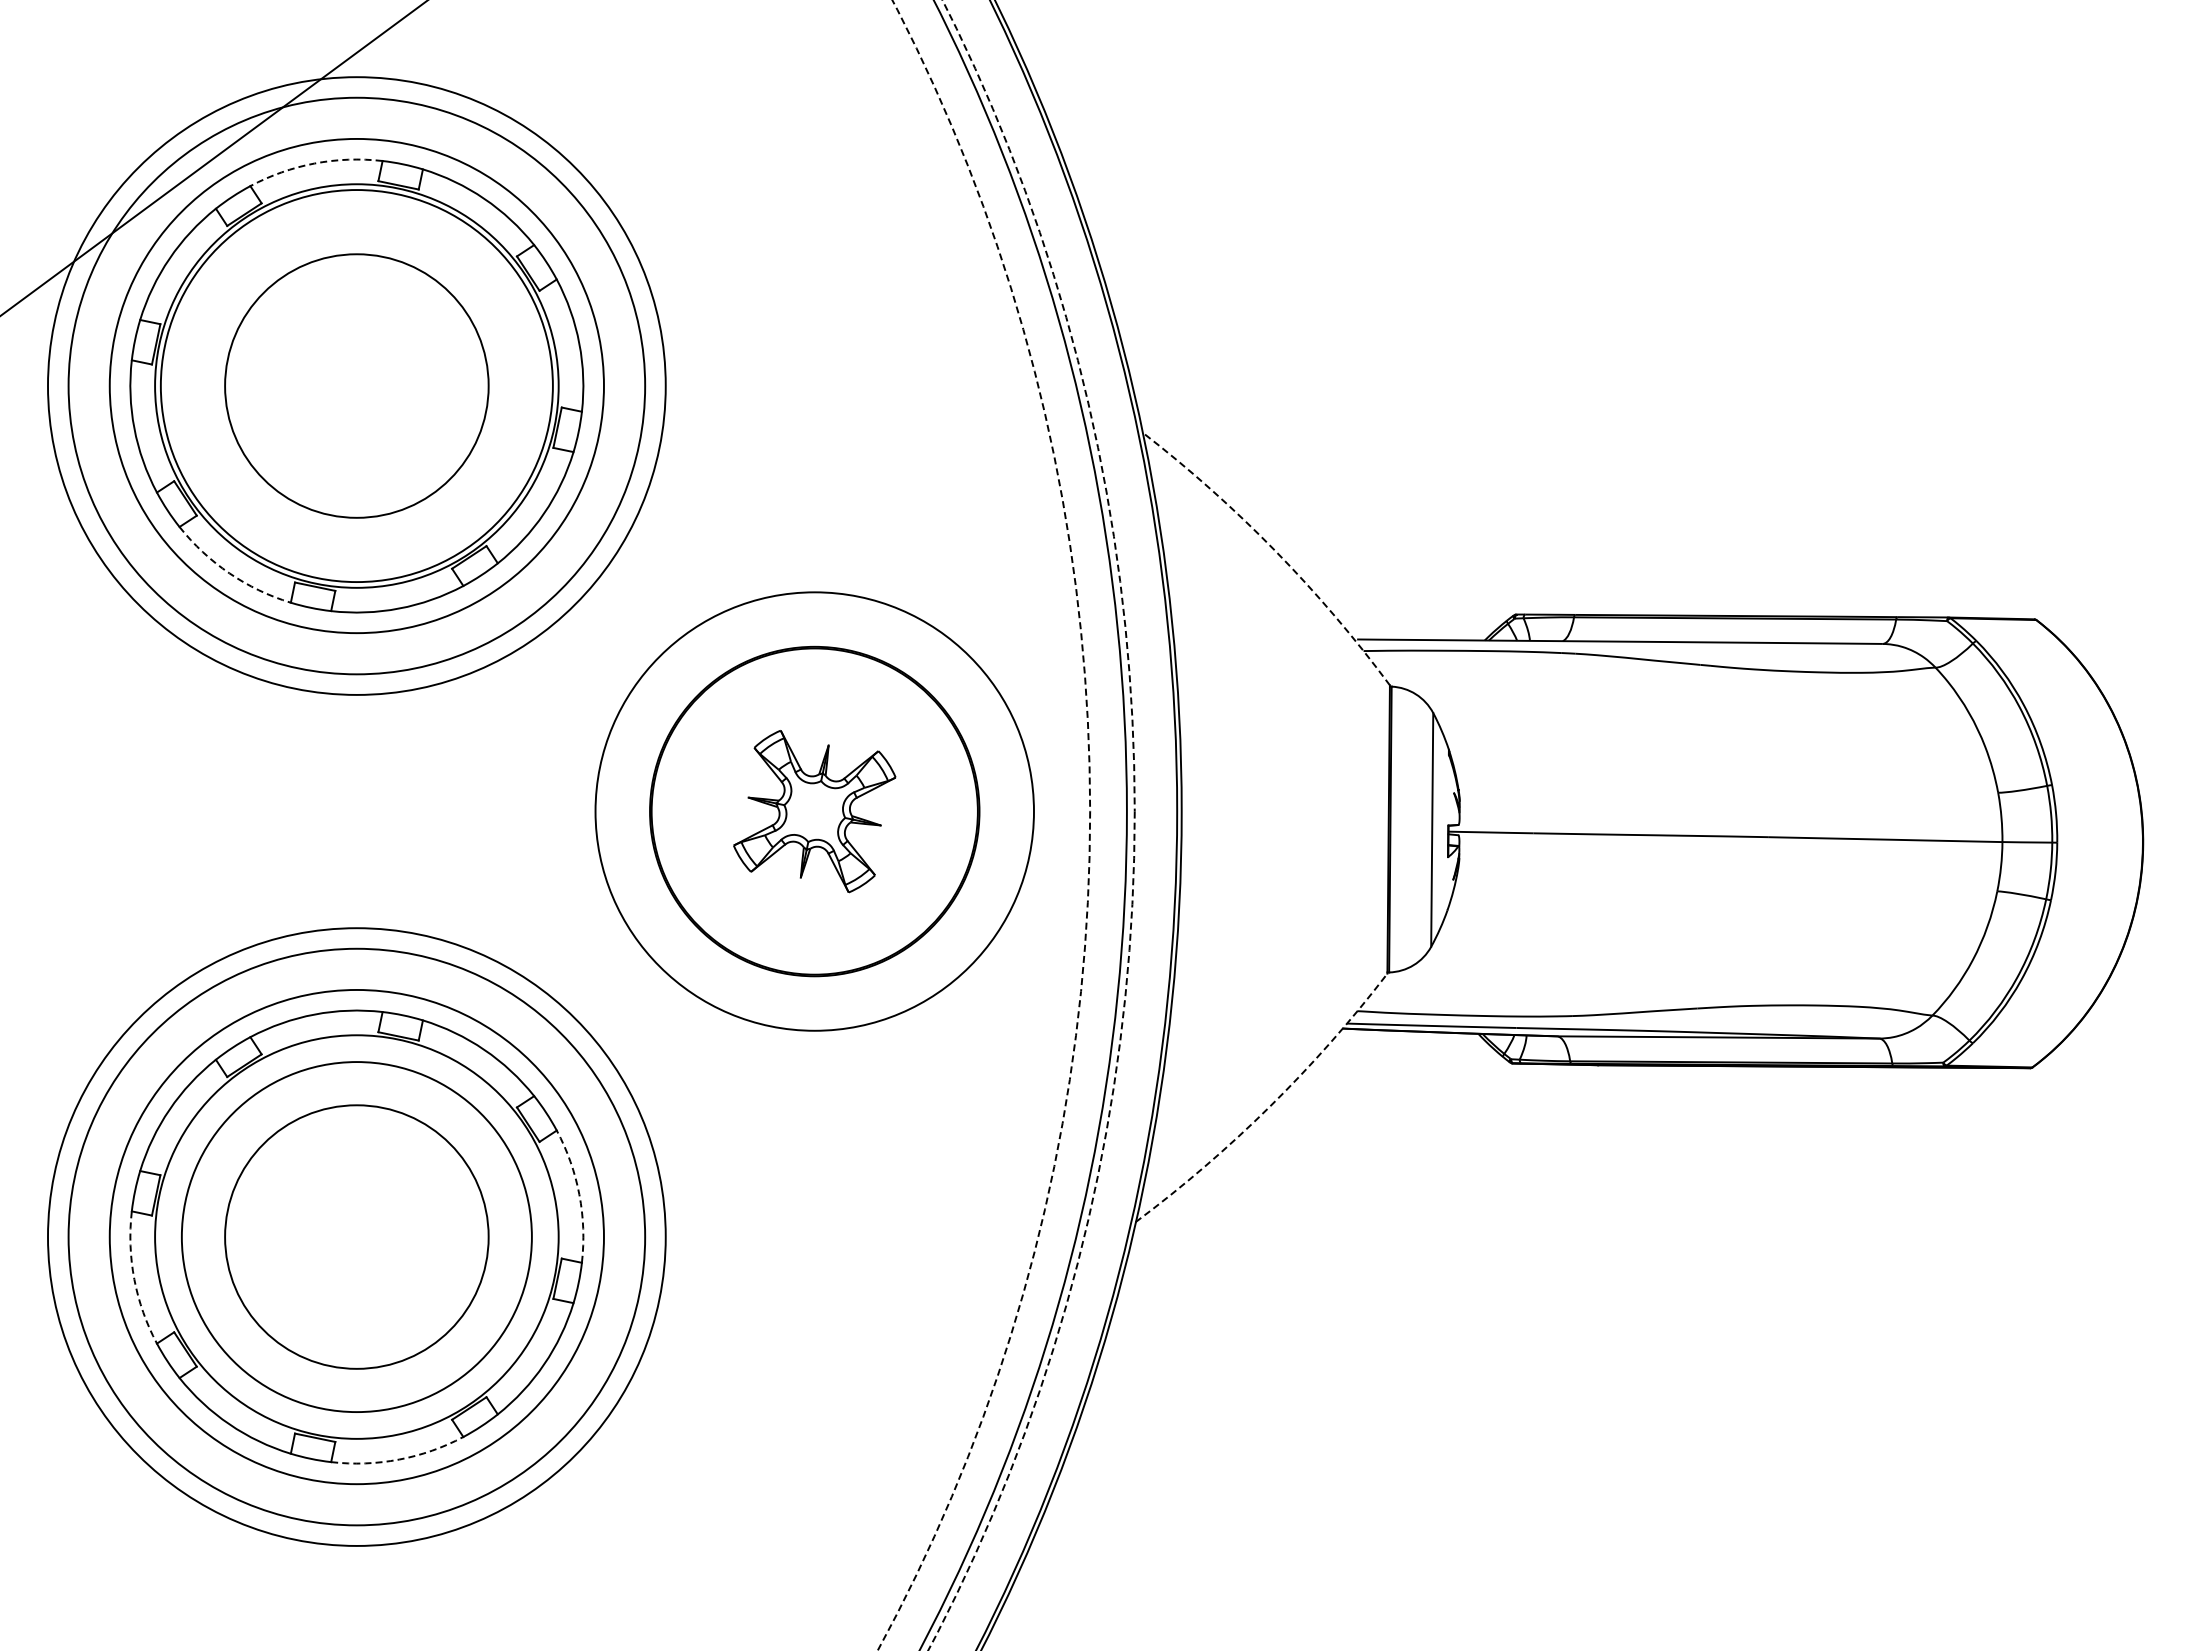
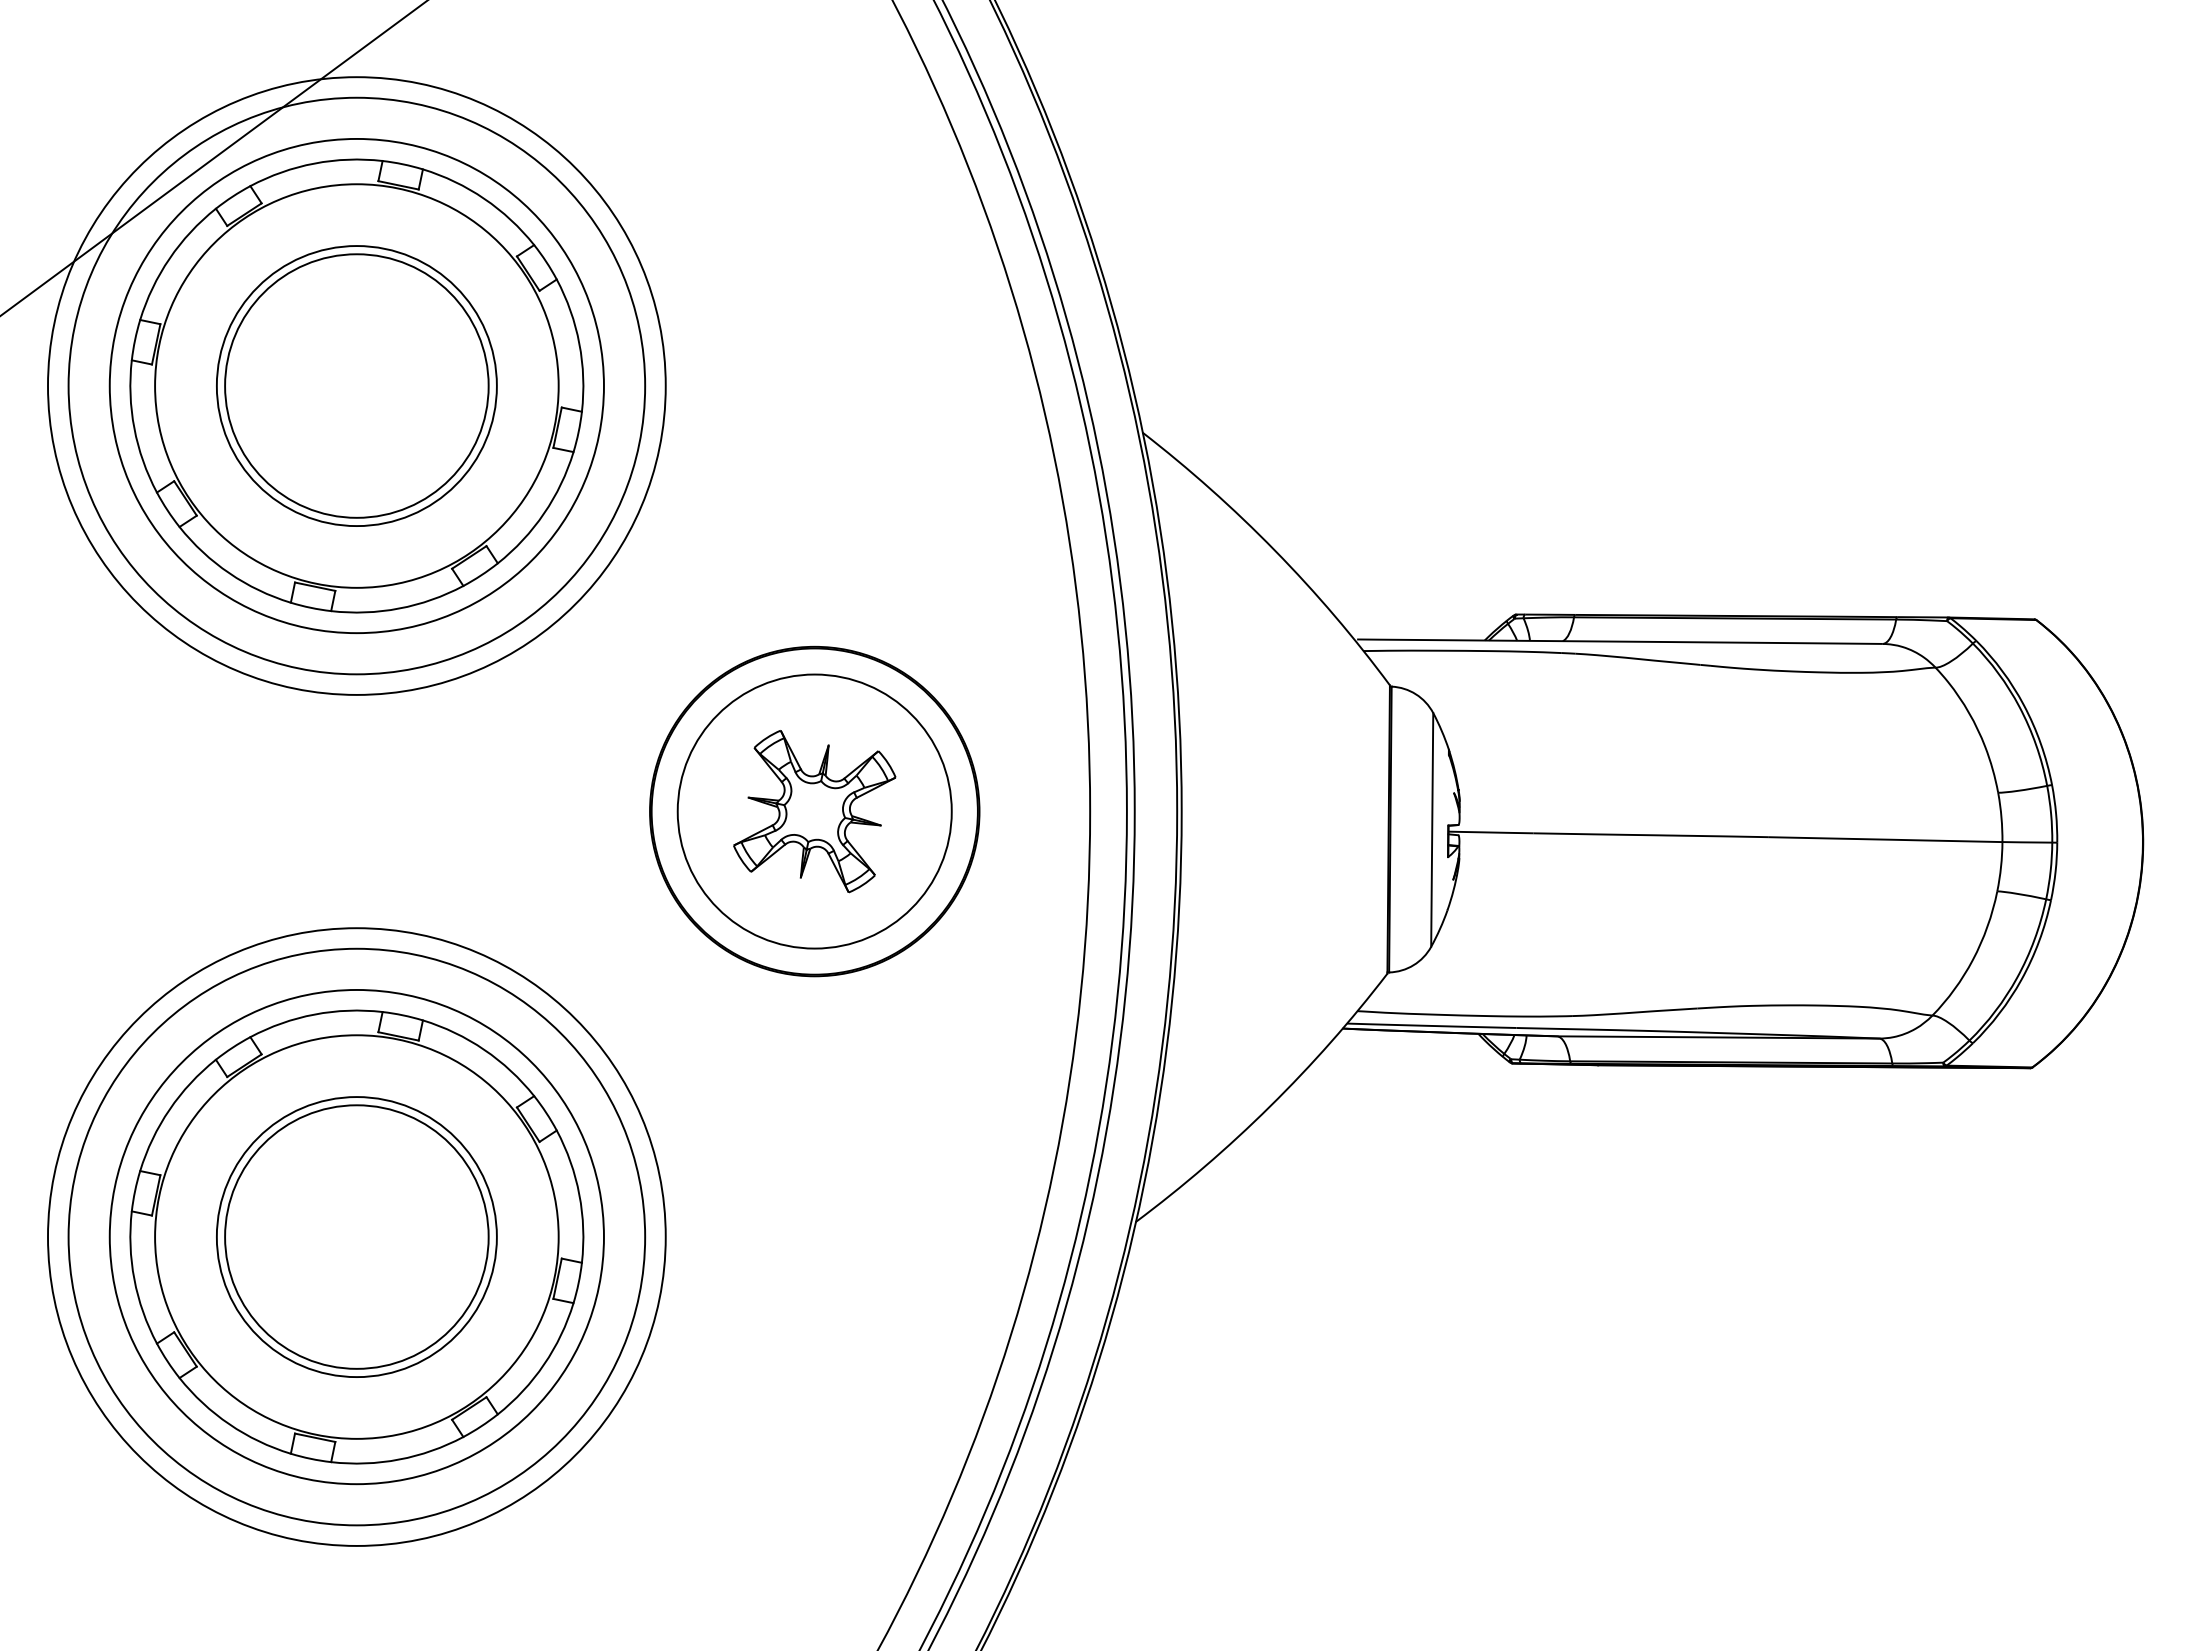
arc at (314, 163): dashed -> solid
circle at (356, 386) diameter: 392 px -> 280 px
arc at (1274, 550): dashed -> solid
arc at (229, 573): dashed -> solid
circle at (814, 811) diameter: 438 px -> 274 px
circle at (983, 825): dashed -> solid
circle at (1031, 825): dashed -> solid
arc at (1270, 1106): dashed -> solid
arc at (579, 1194): dashed -> solid
circle at (356, 1237) diameter: 350 px -> 280 px
arc at (134, 1279): dashed -> solid
arc at (399, 1459): dashed -> solid
